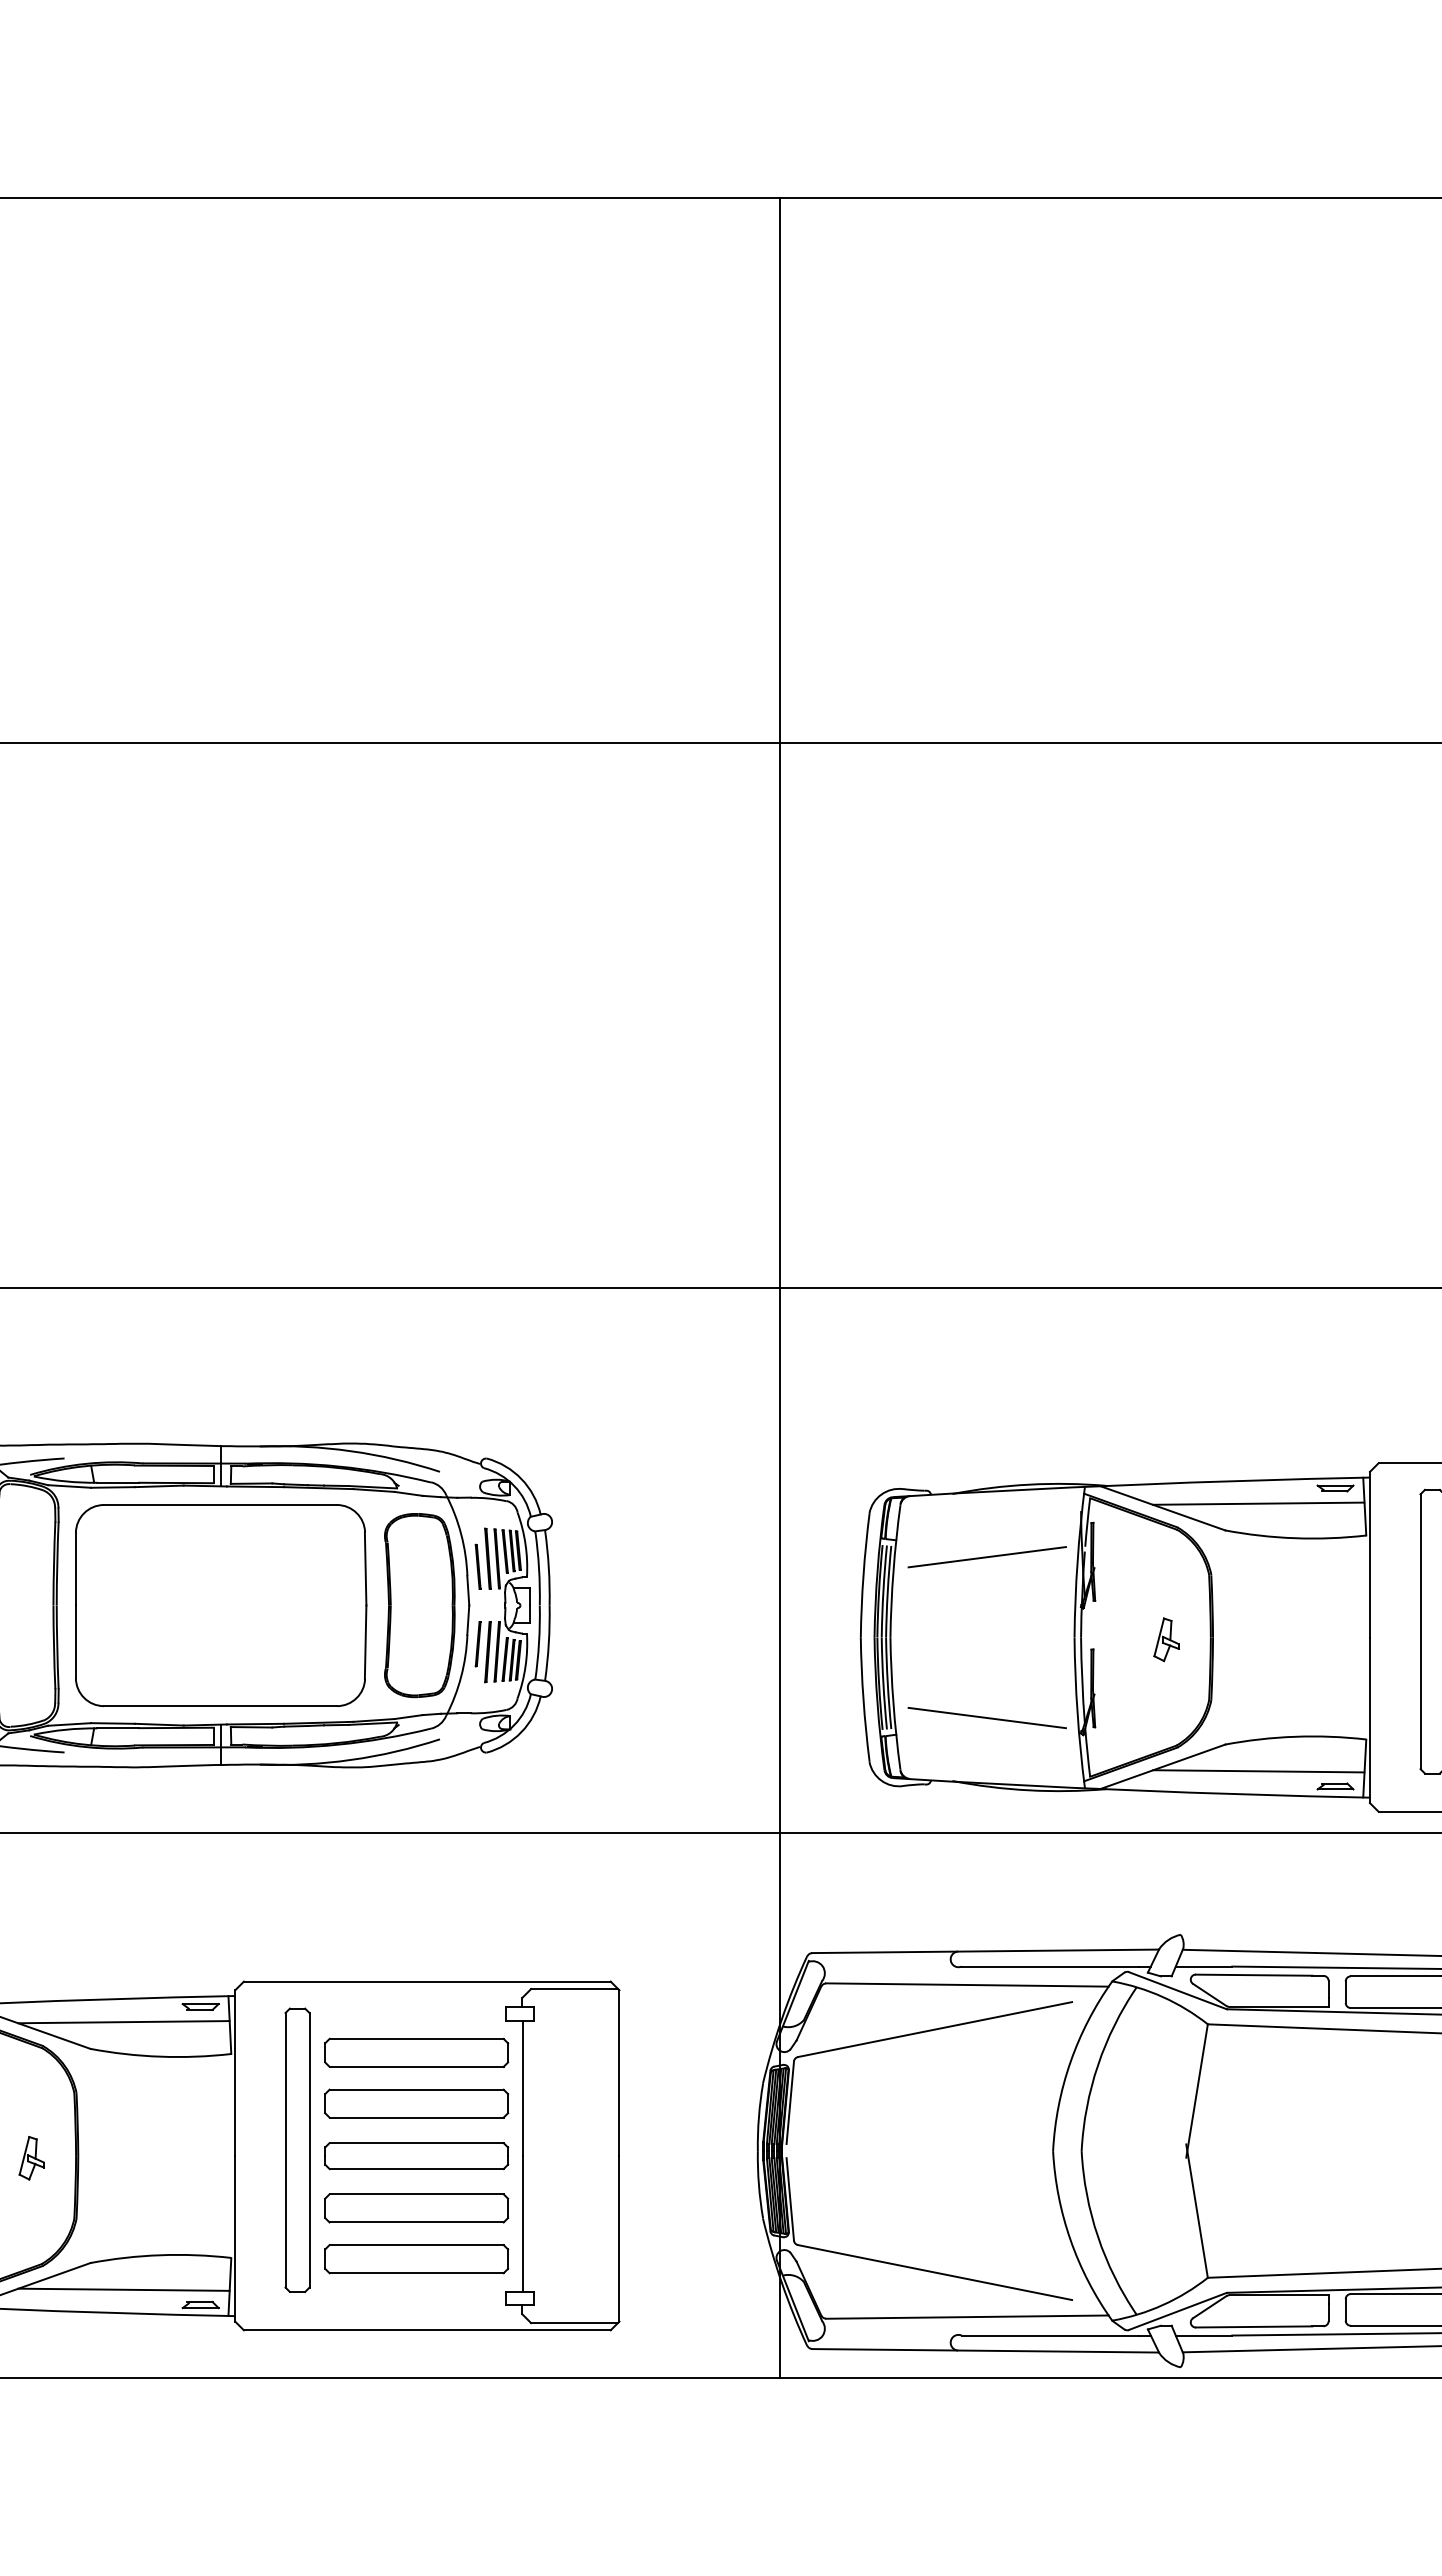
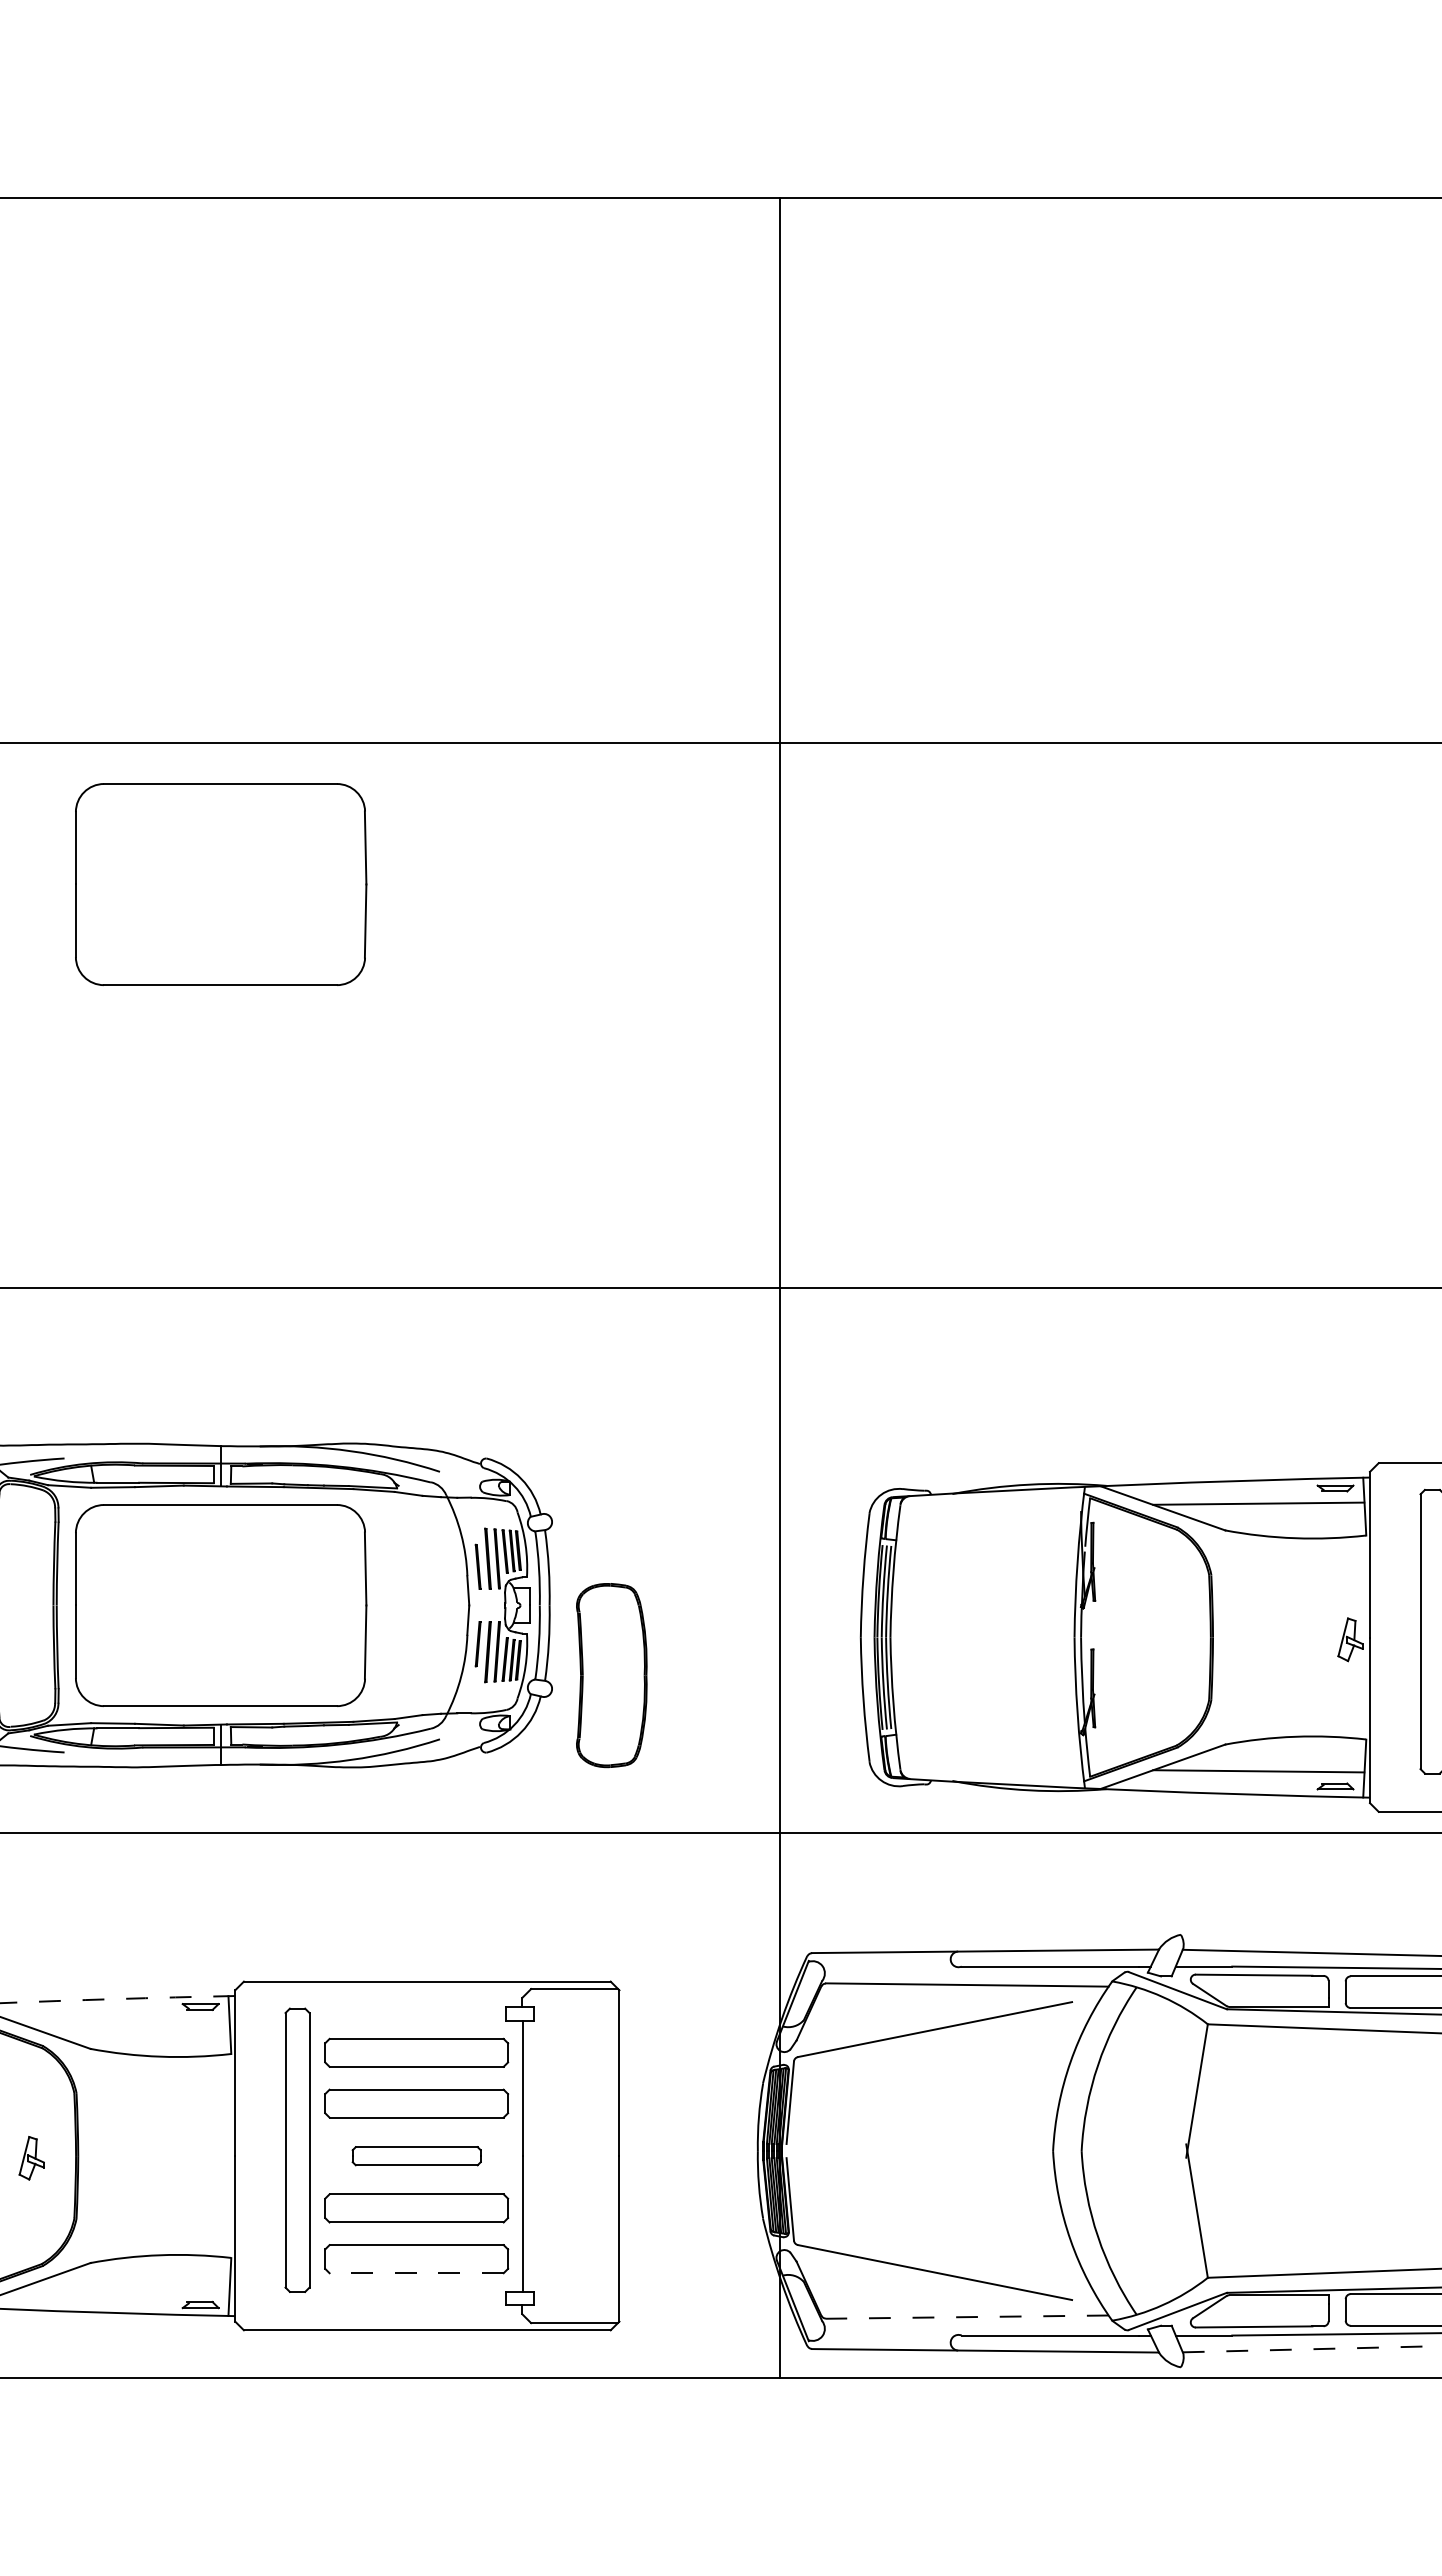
part at (221, 884): none -> present
line at (986, 1557): present -> none
part at (419, 1605) position: (419, 1605) -> (611, 1675)
part at (1166, 1639) position: (1166, 1639) -> (1350, 1639)
line at (986, 1717): present -> none
arc at (116, 1999): solid -> dashed
line at (123, 2022): present -> none
part at (416, 2156) size: 186x29 px -> 131x21 px
line at (416, 2273): solid -> dashed
line at (123, 2289): present -> none
line at (966, 2317): solid -> dashed
line at (1312, 2349): solid -> dashed
